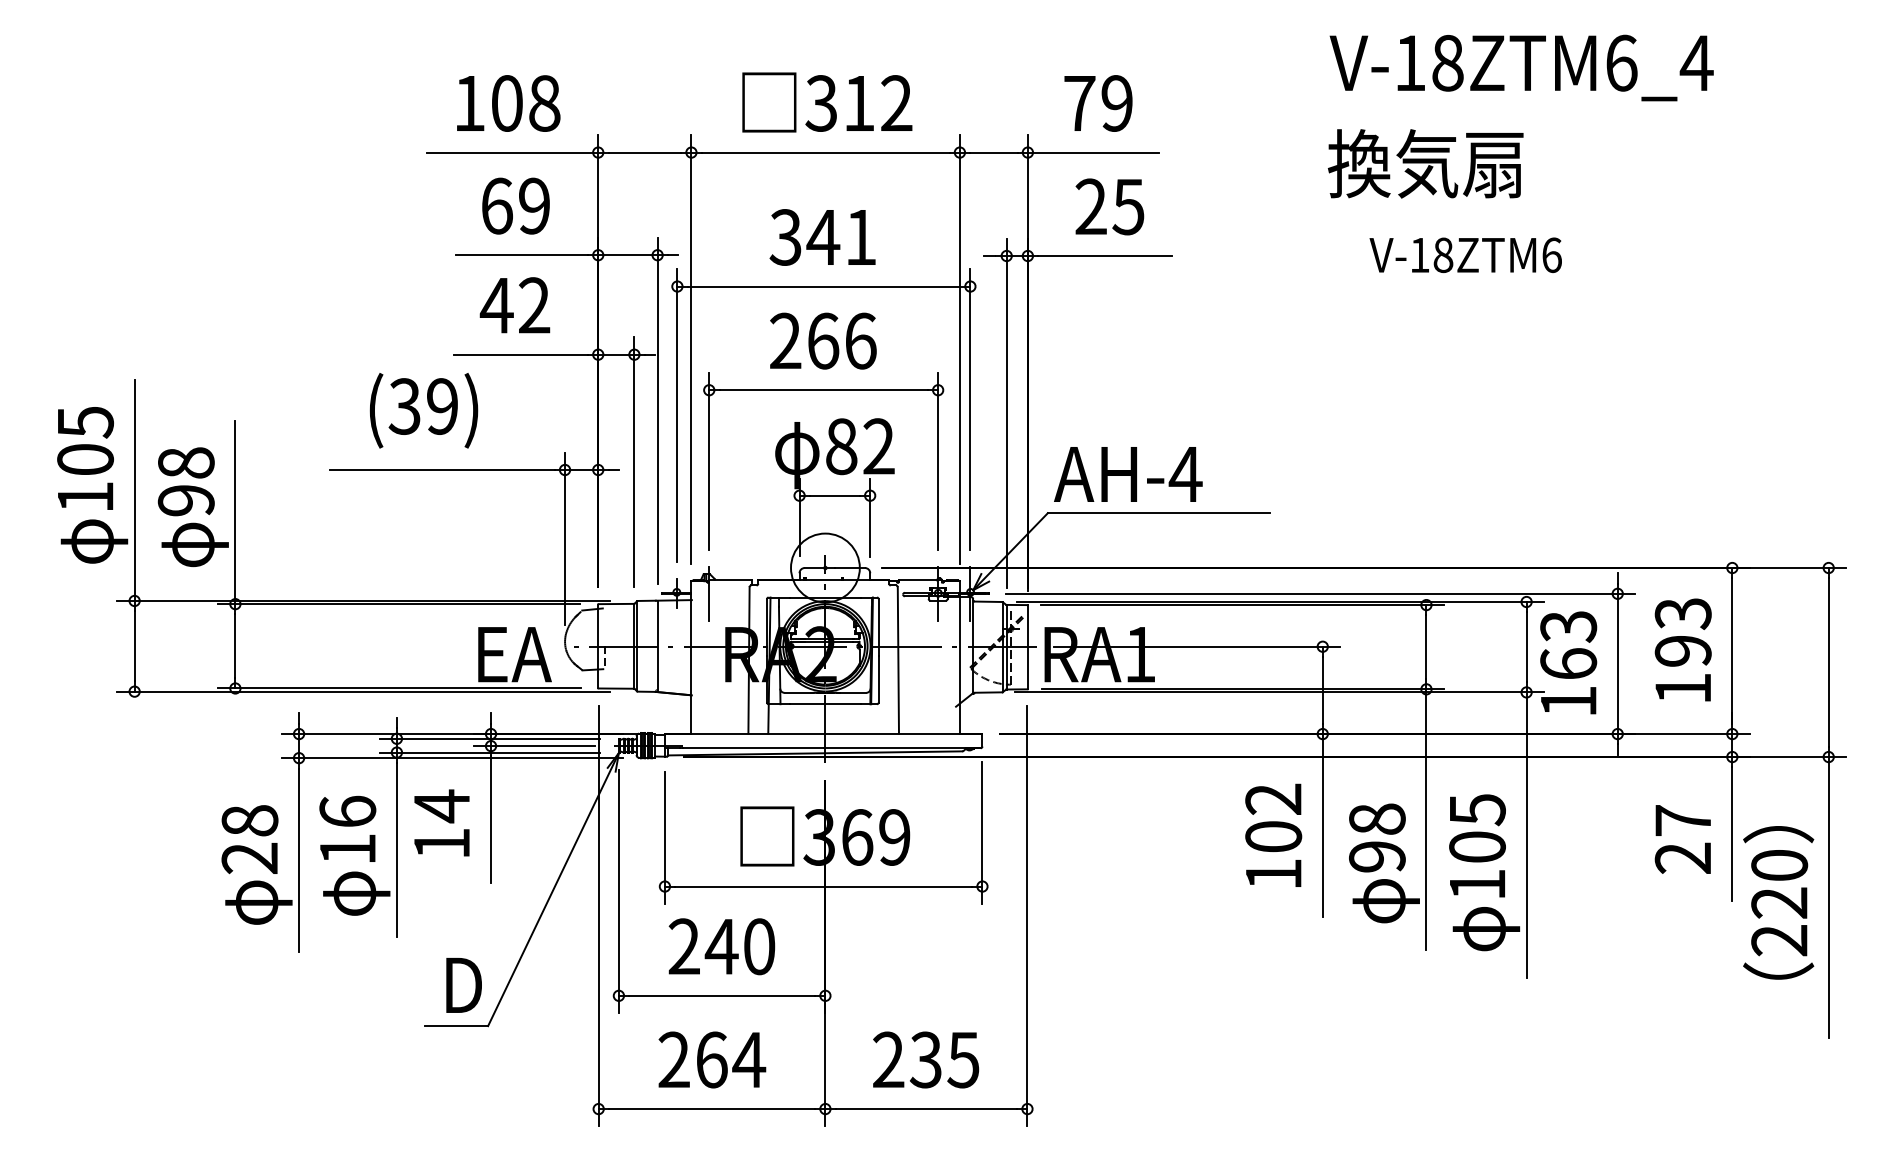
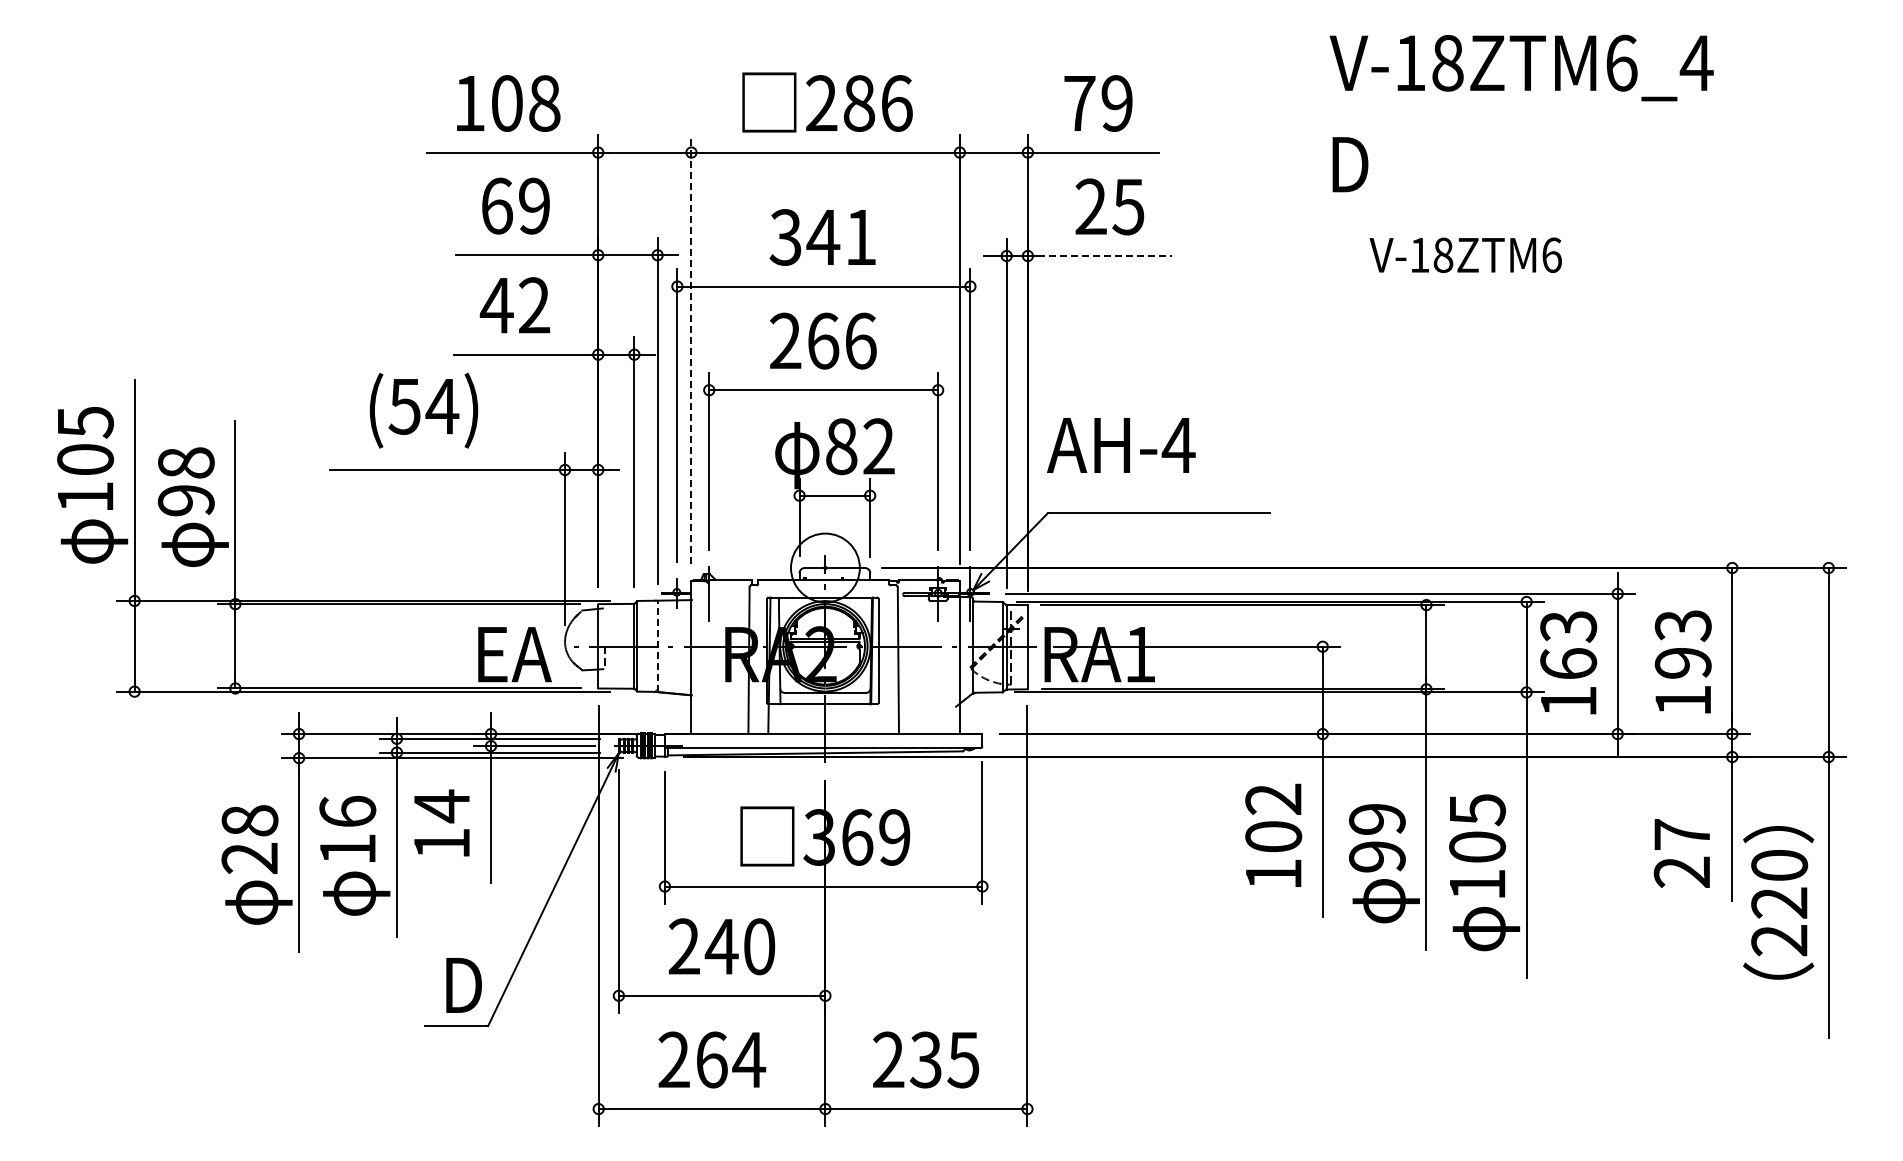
text at (858, 103): 312 -> 286
text at (1425, 163): 換気扇 -> D
line at (1105, 256): solid -> dashed
line at (691, 349): solid -> dashed
text at (423, 406): (39) -> (54)
text at (1128, 474) position: (1128, 474) -> (1121, 445)
line at (657, 646): solid -> dashed
text at (1682, 649) position: (1682, 649) -> (1682, 661)
text at (1377, 818): 98 -> 99
text at (1682, 839) position: (1682, 839) -> (1681, 853)
